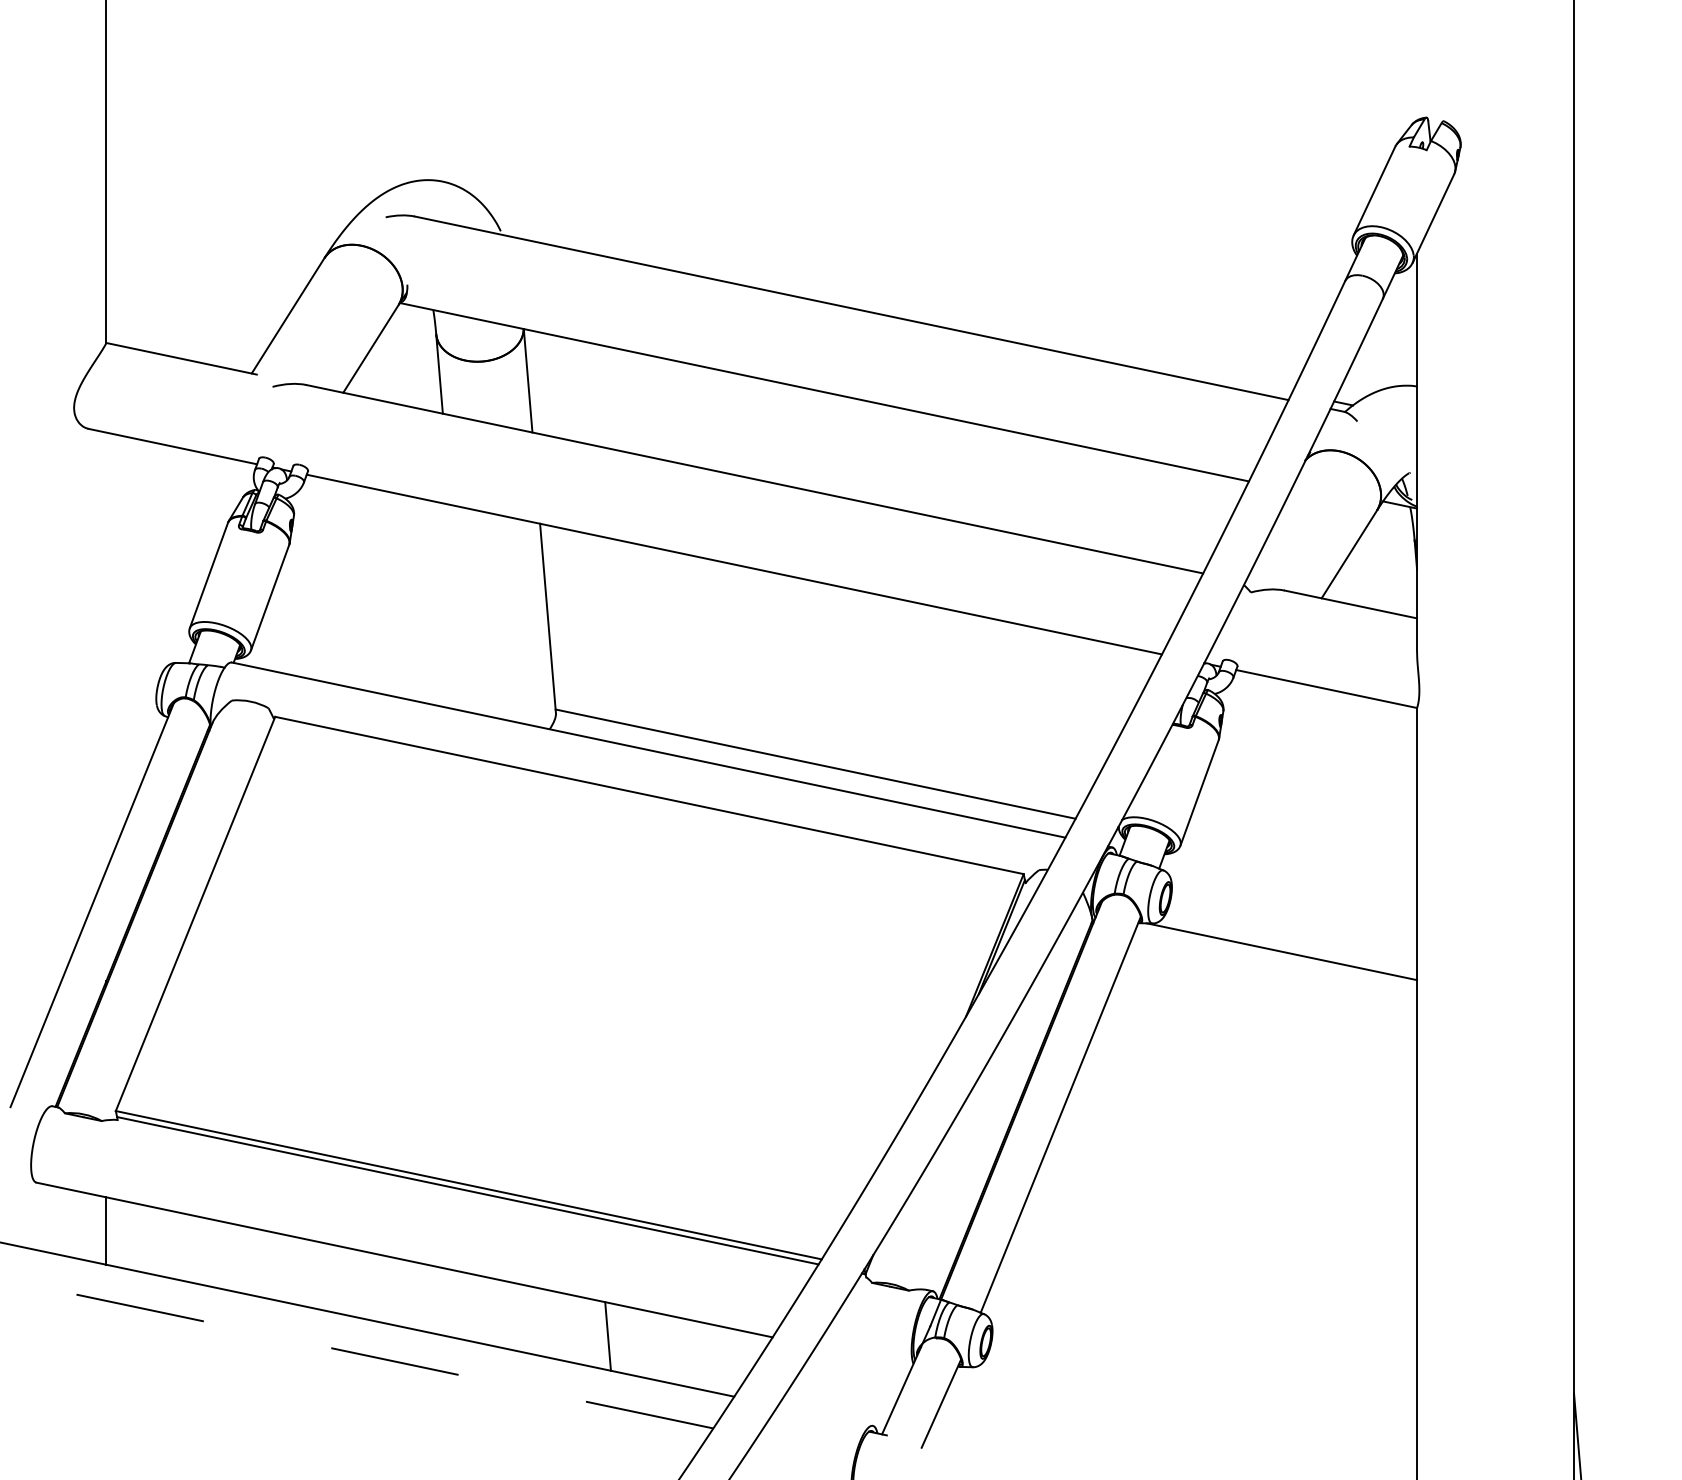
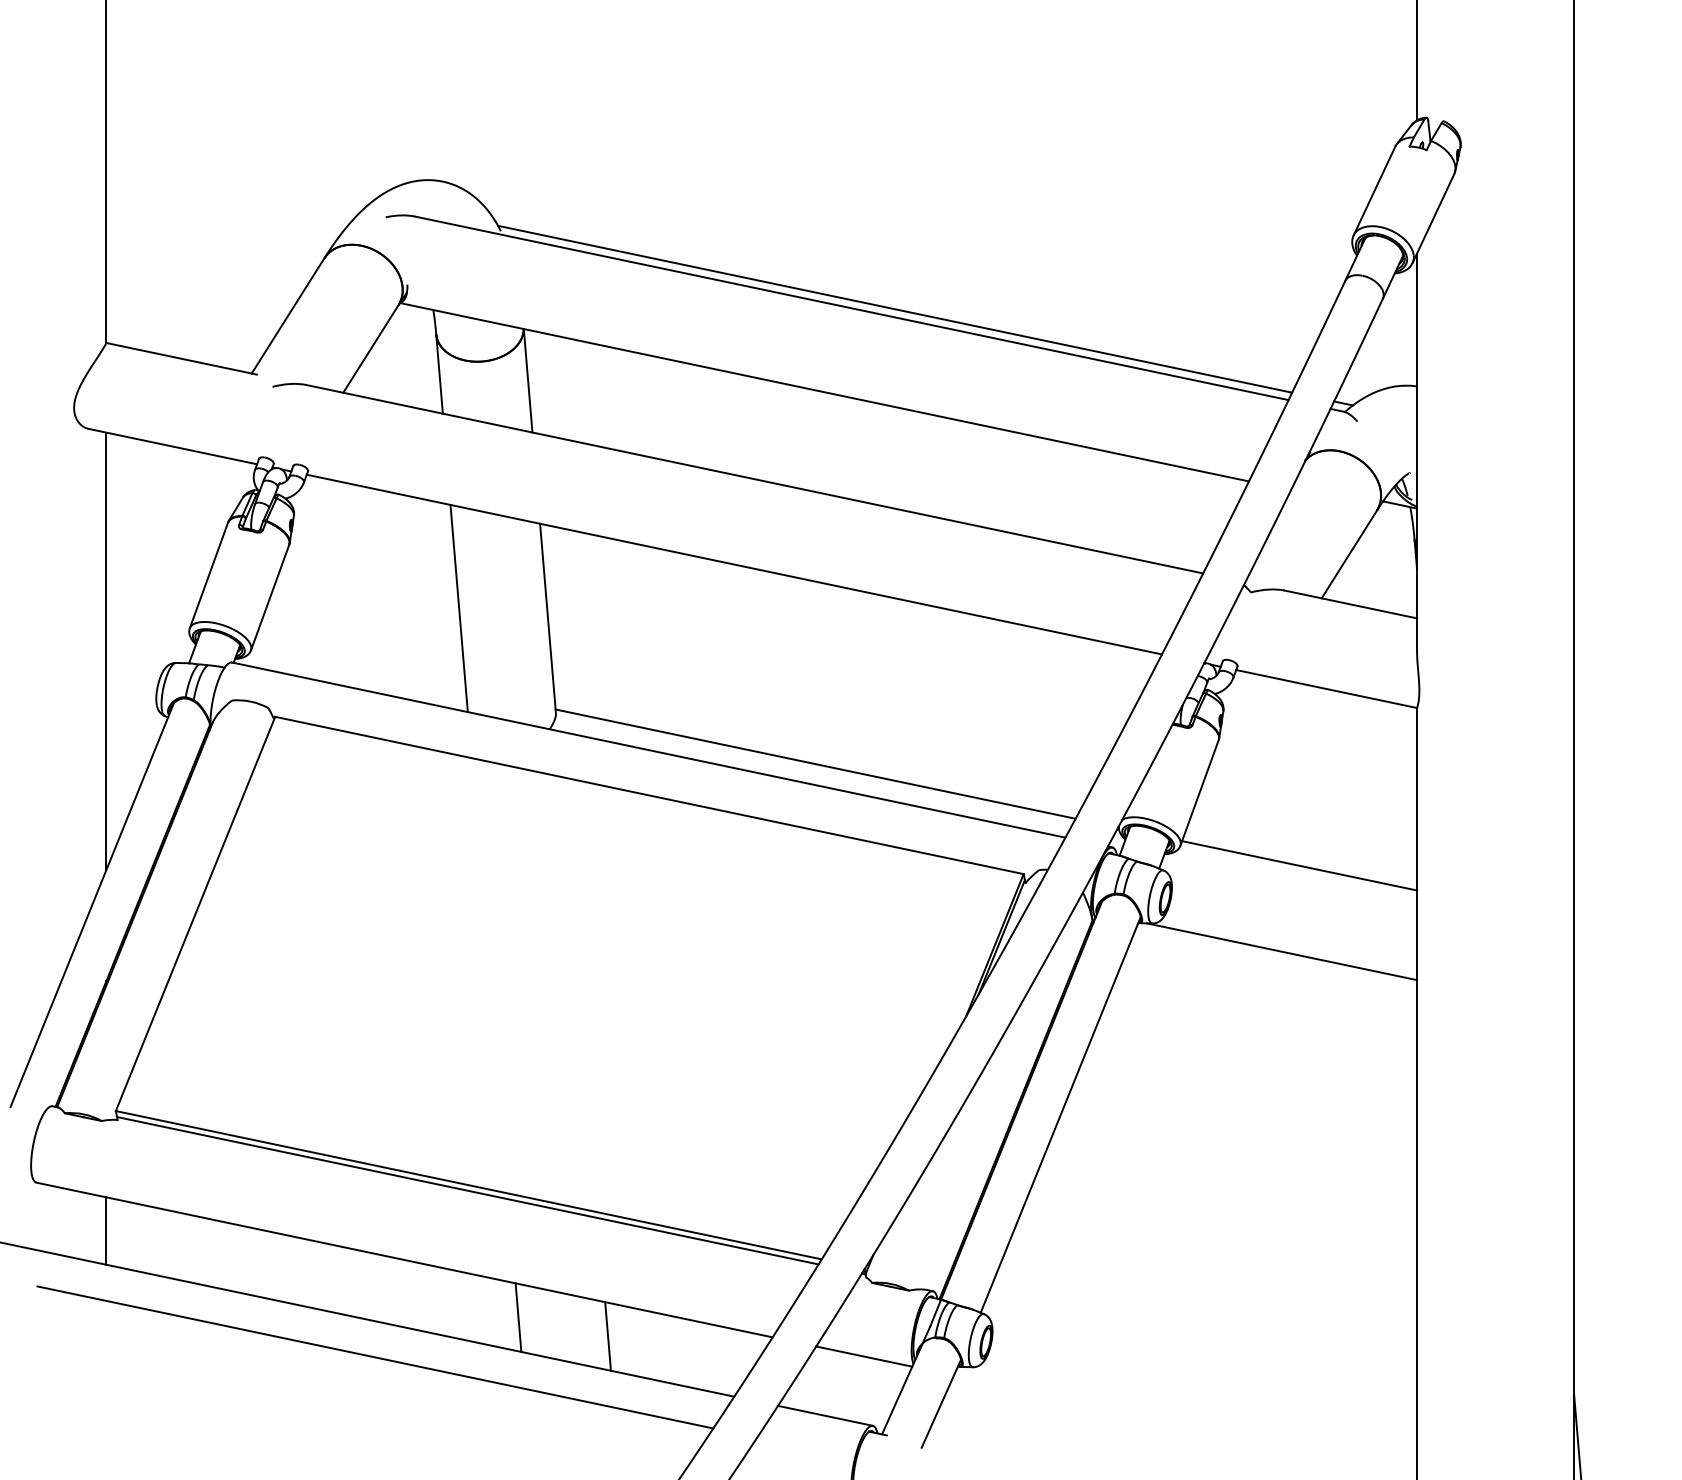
line at (1417, 61): none -> present
line at (894, 308): none -> present
line at (458, 608): none -> present
line at (106, 650): none -> present
line at (1299, 865): none -> present
line at (518, 1317): none -> present
line at (864, 1356): none -> present
line at (374, 1357): dashed -> solid
line at (824, 1415): none -> present
